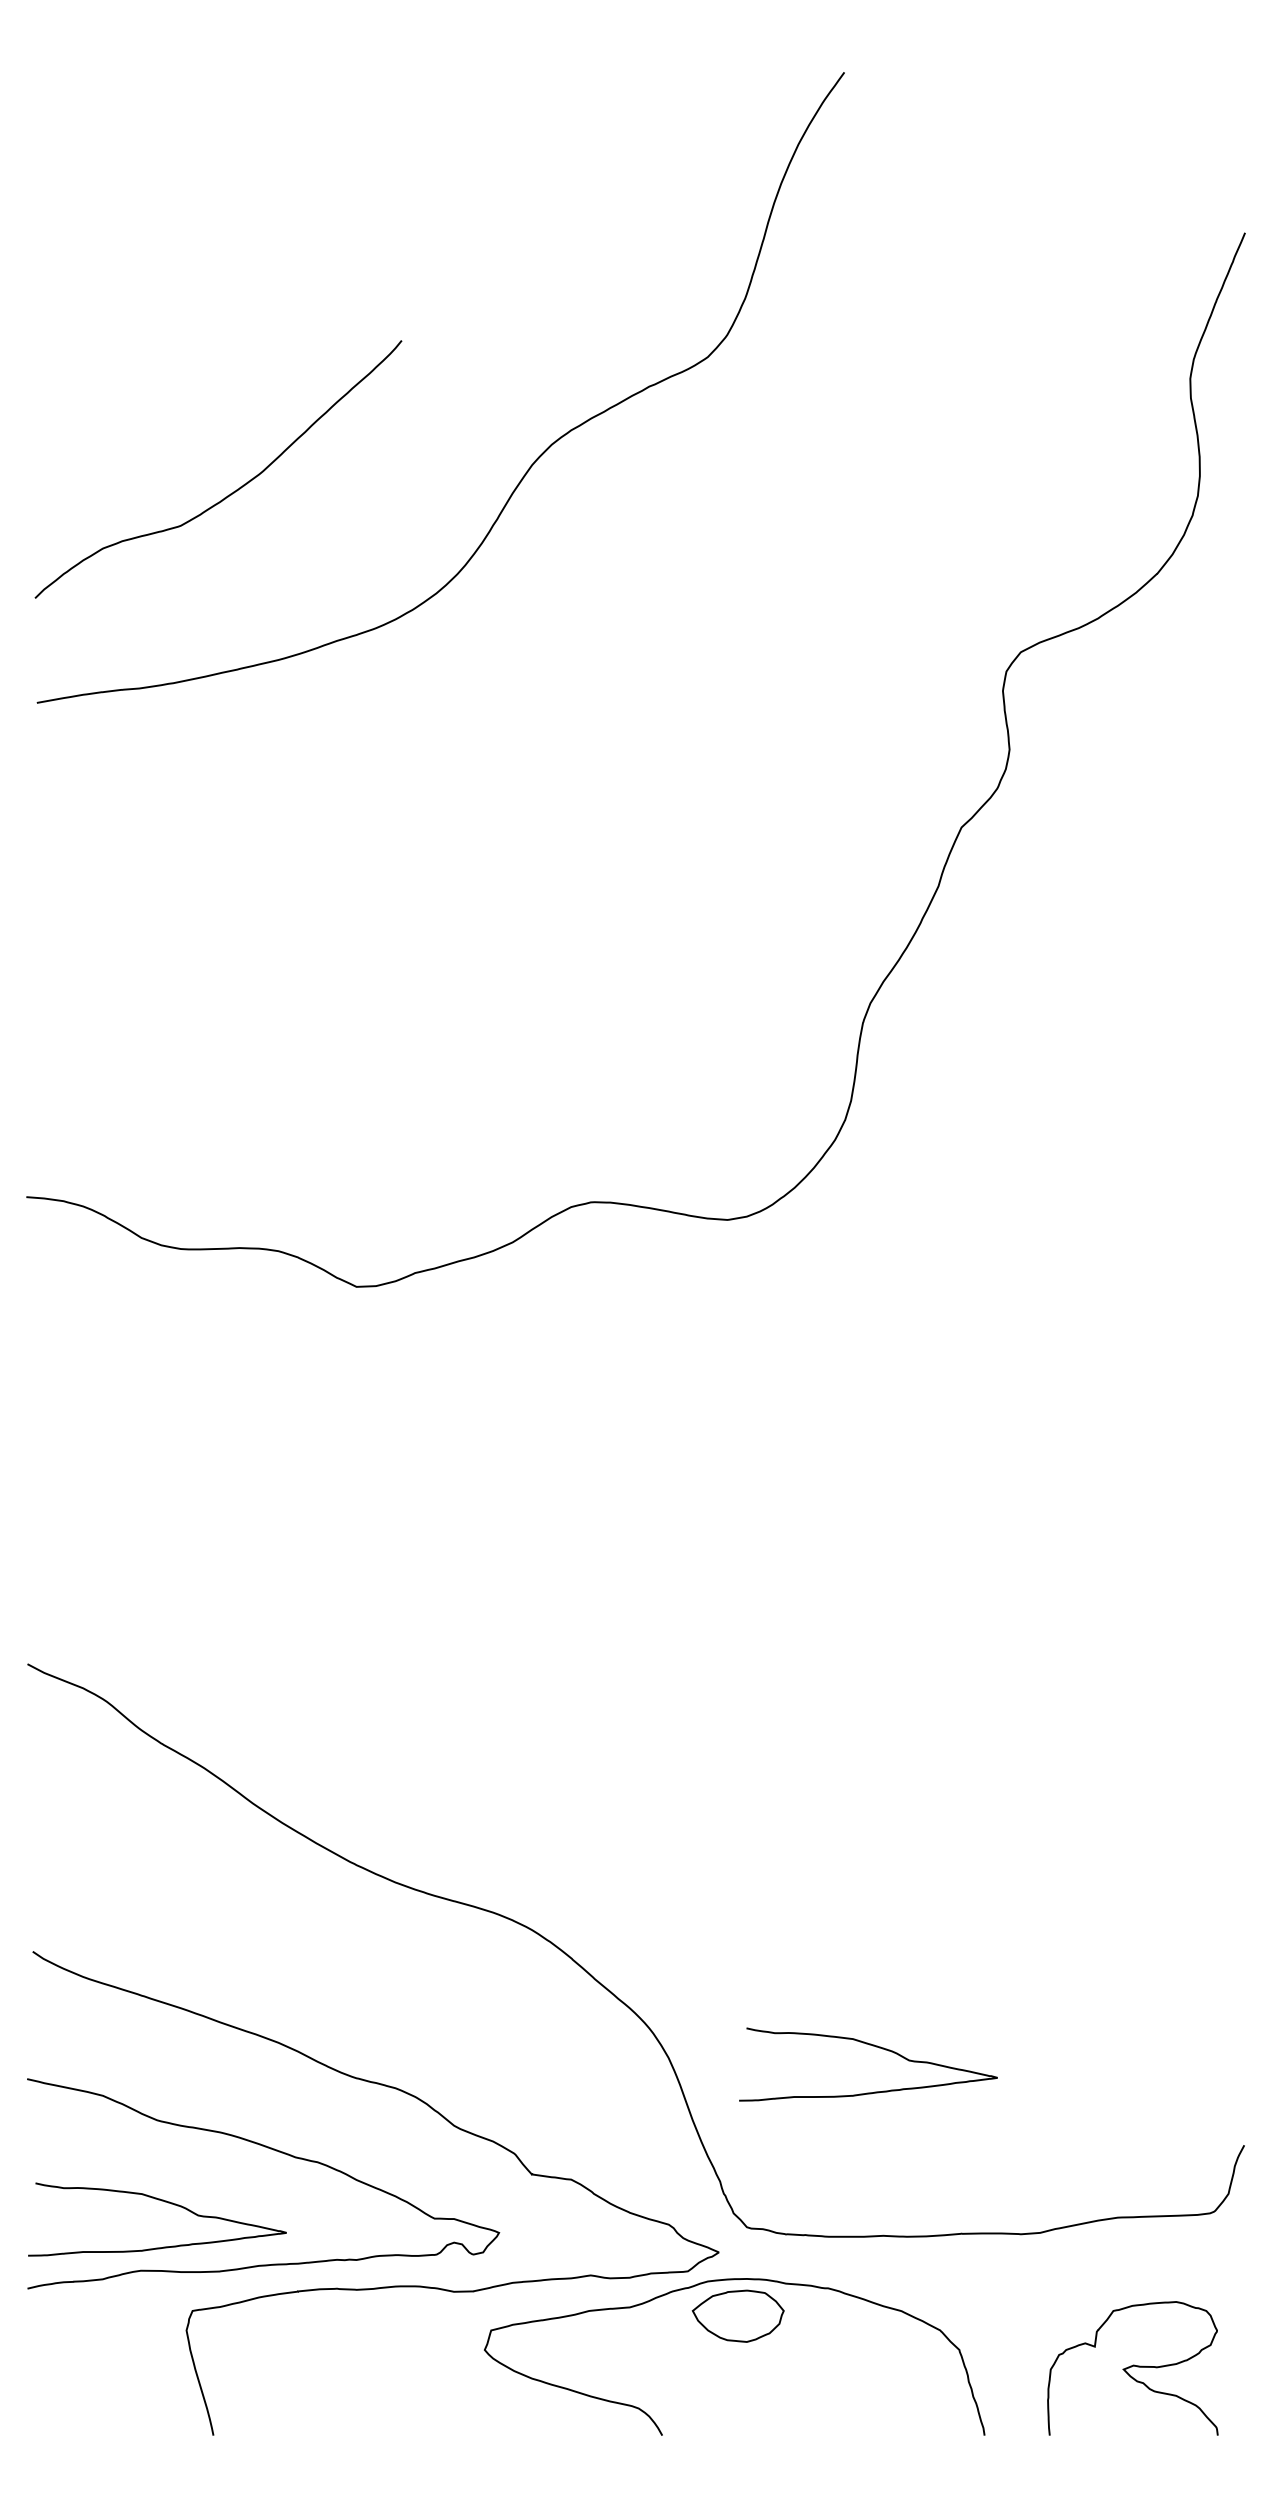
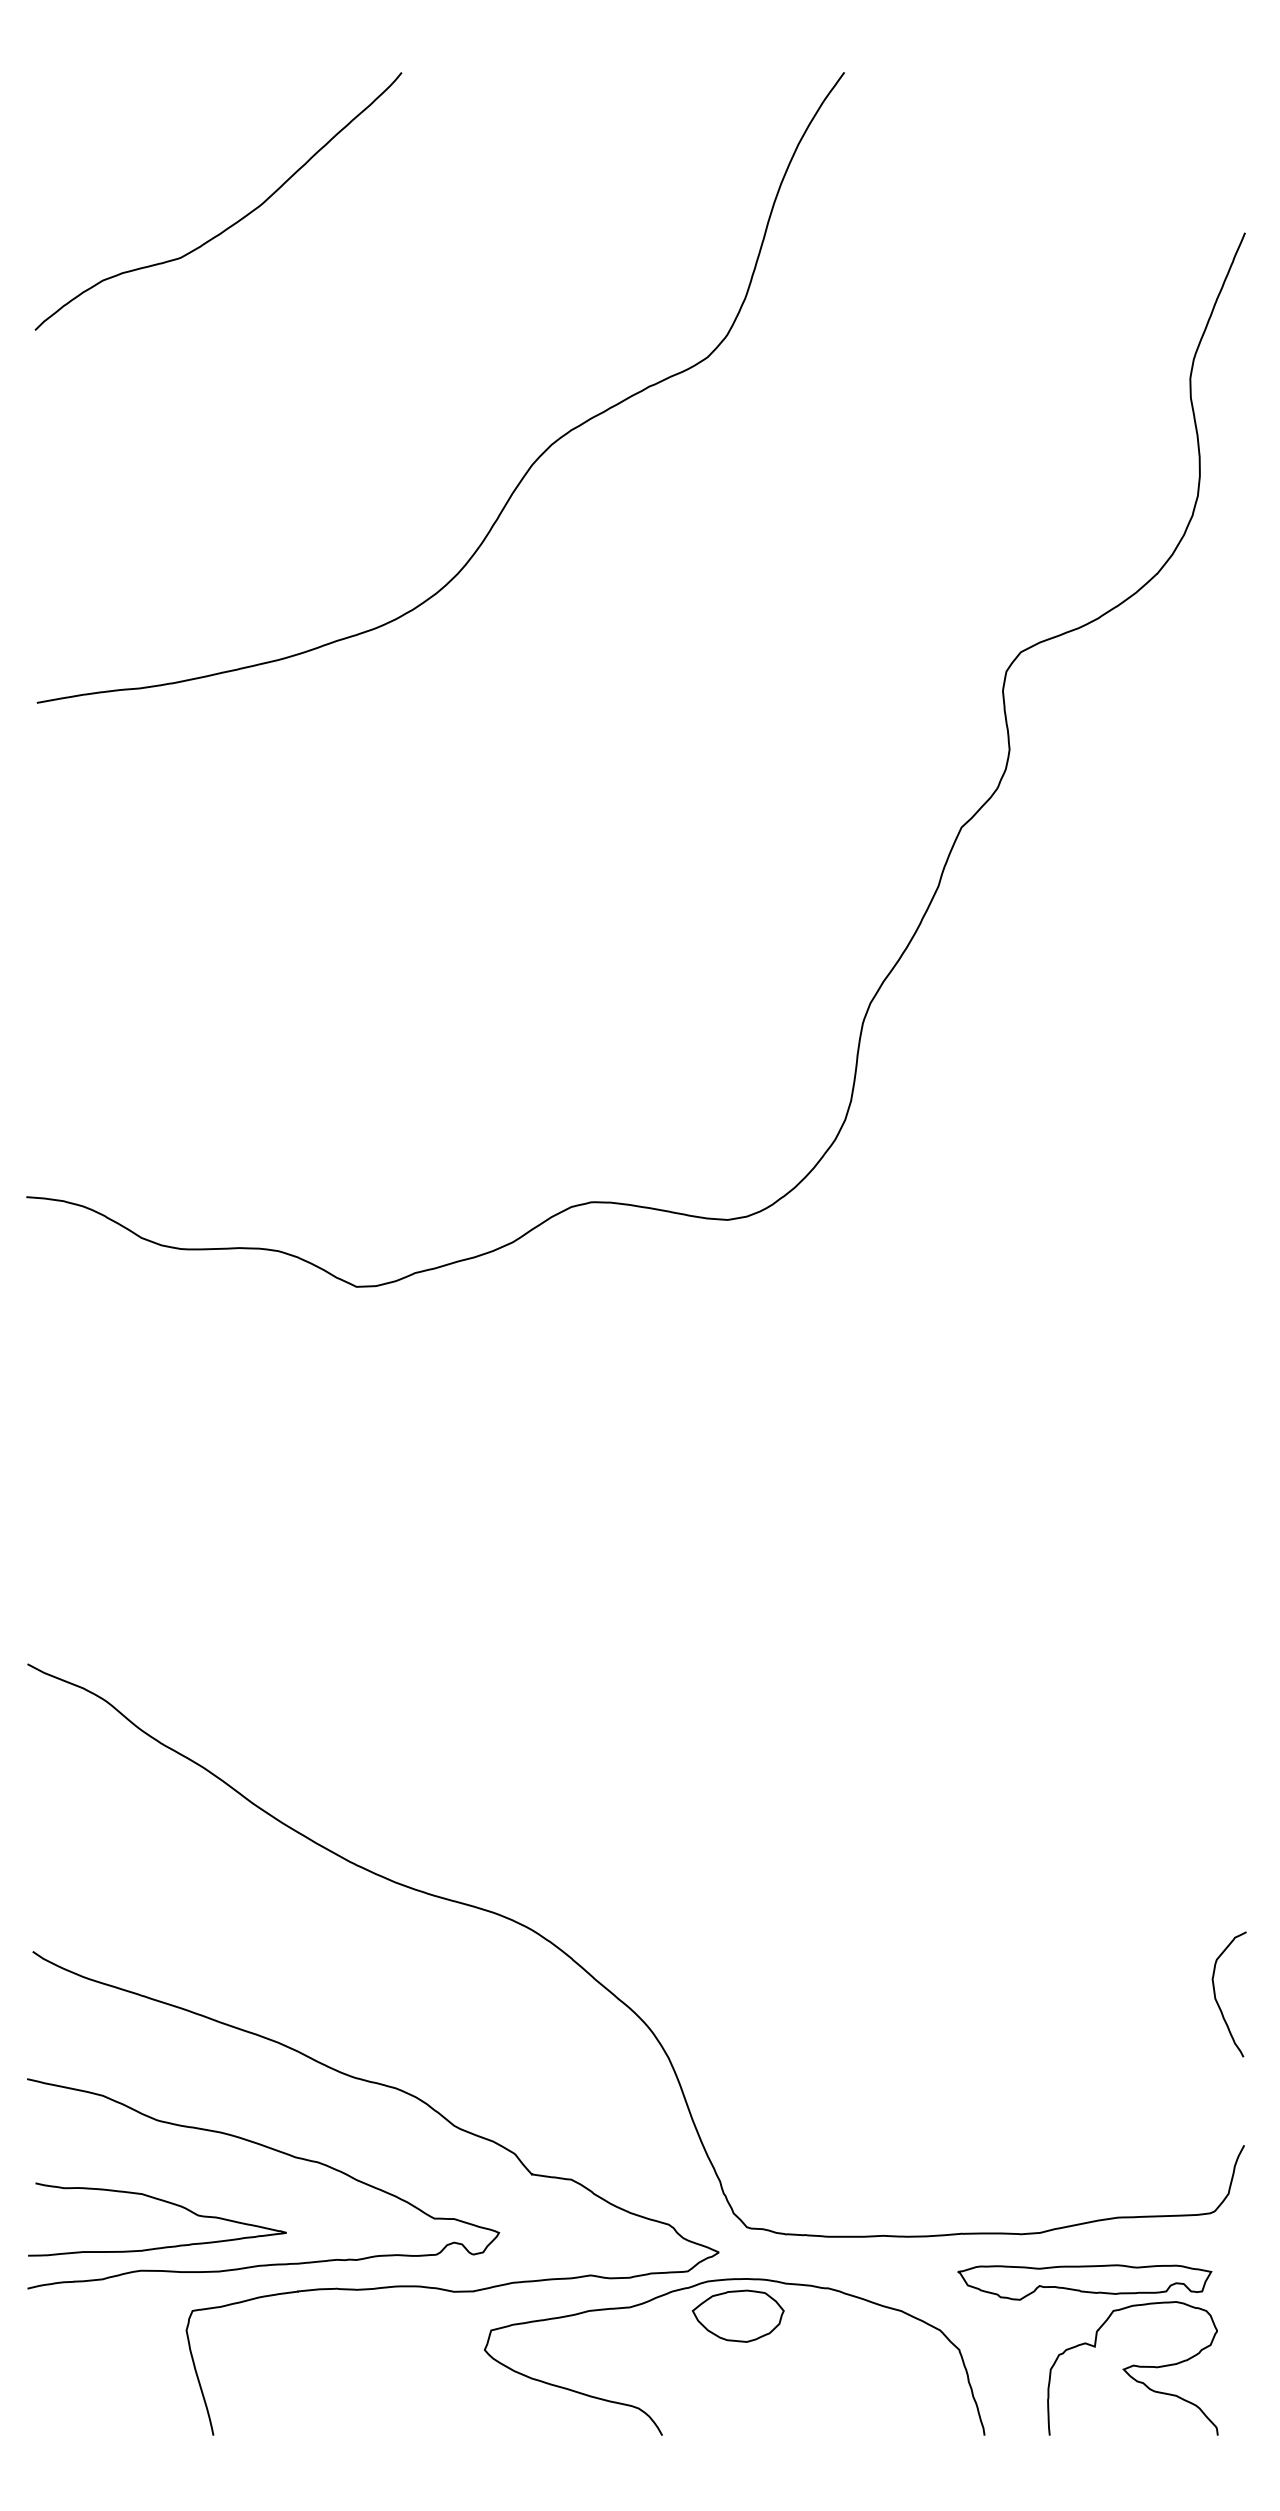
curve at (233, 491) position: (233, 491) -> (233, 223)
curve at (1216, 1997): none -> present
curve at (872, 2046): present -> none
part at (1084, 2282): none -> present
